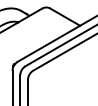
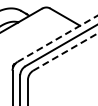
line at (58, 38): solid -> dashed
line at (65, 51): solid -> dashed
